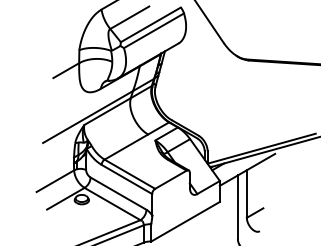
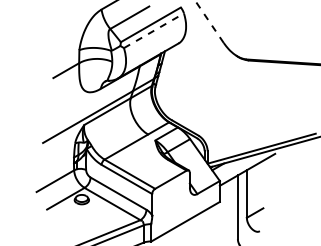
line at (209, 21): solid -> dashed
line at (154, 30): solid -> dashed
